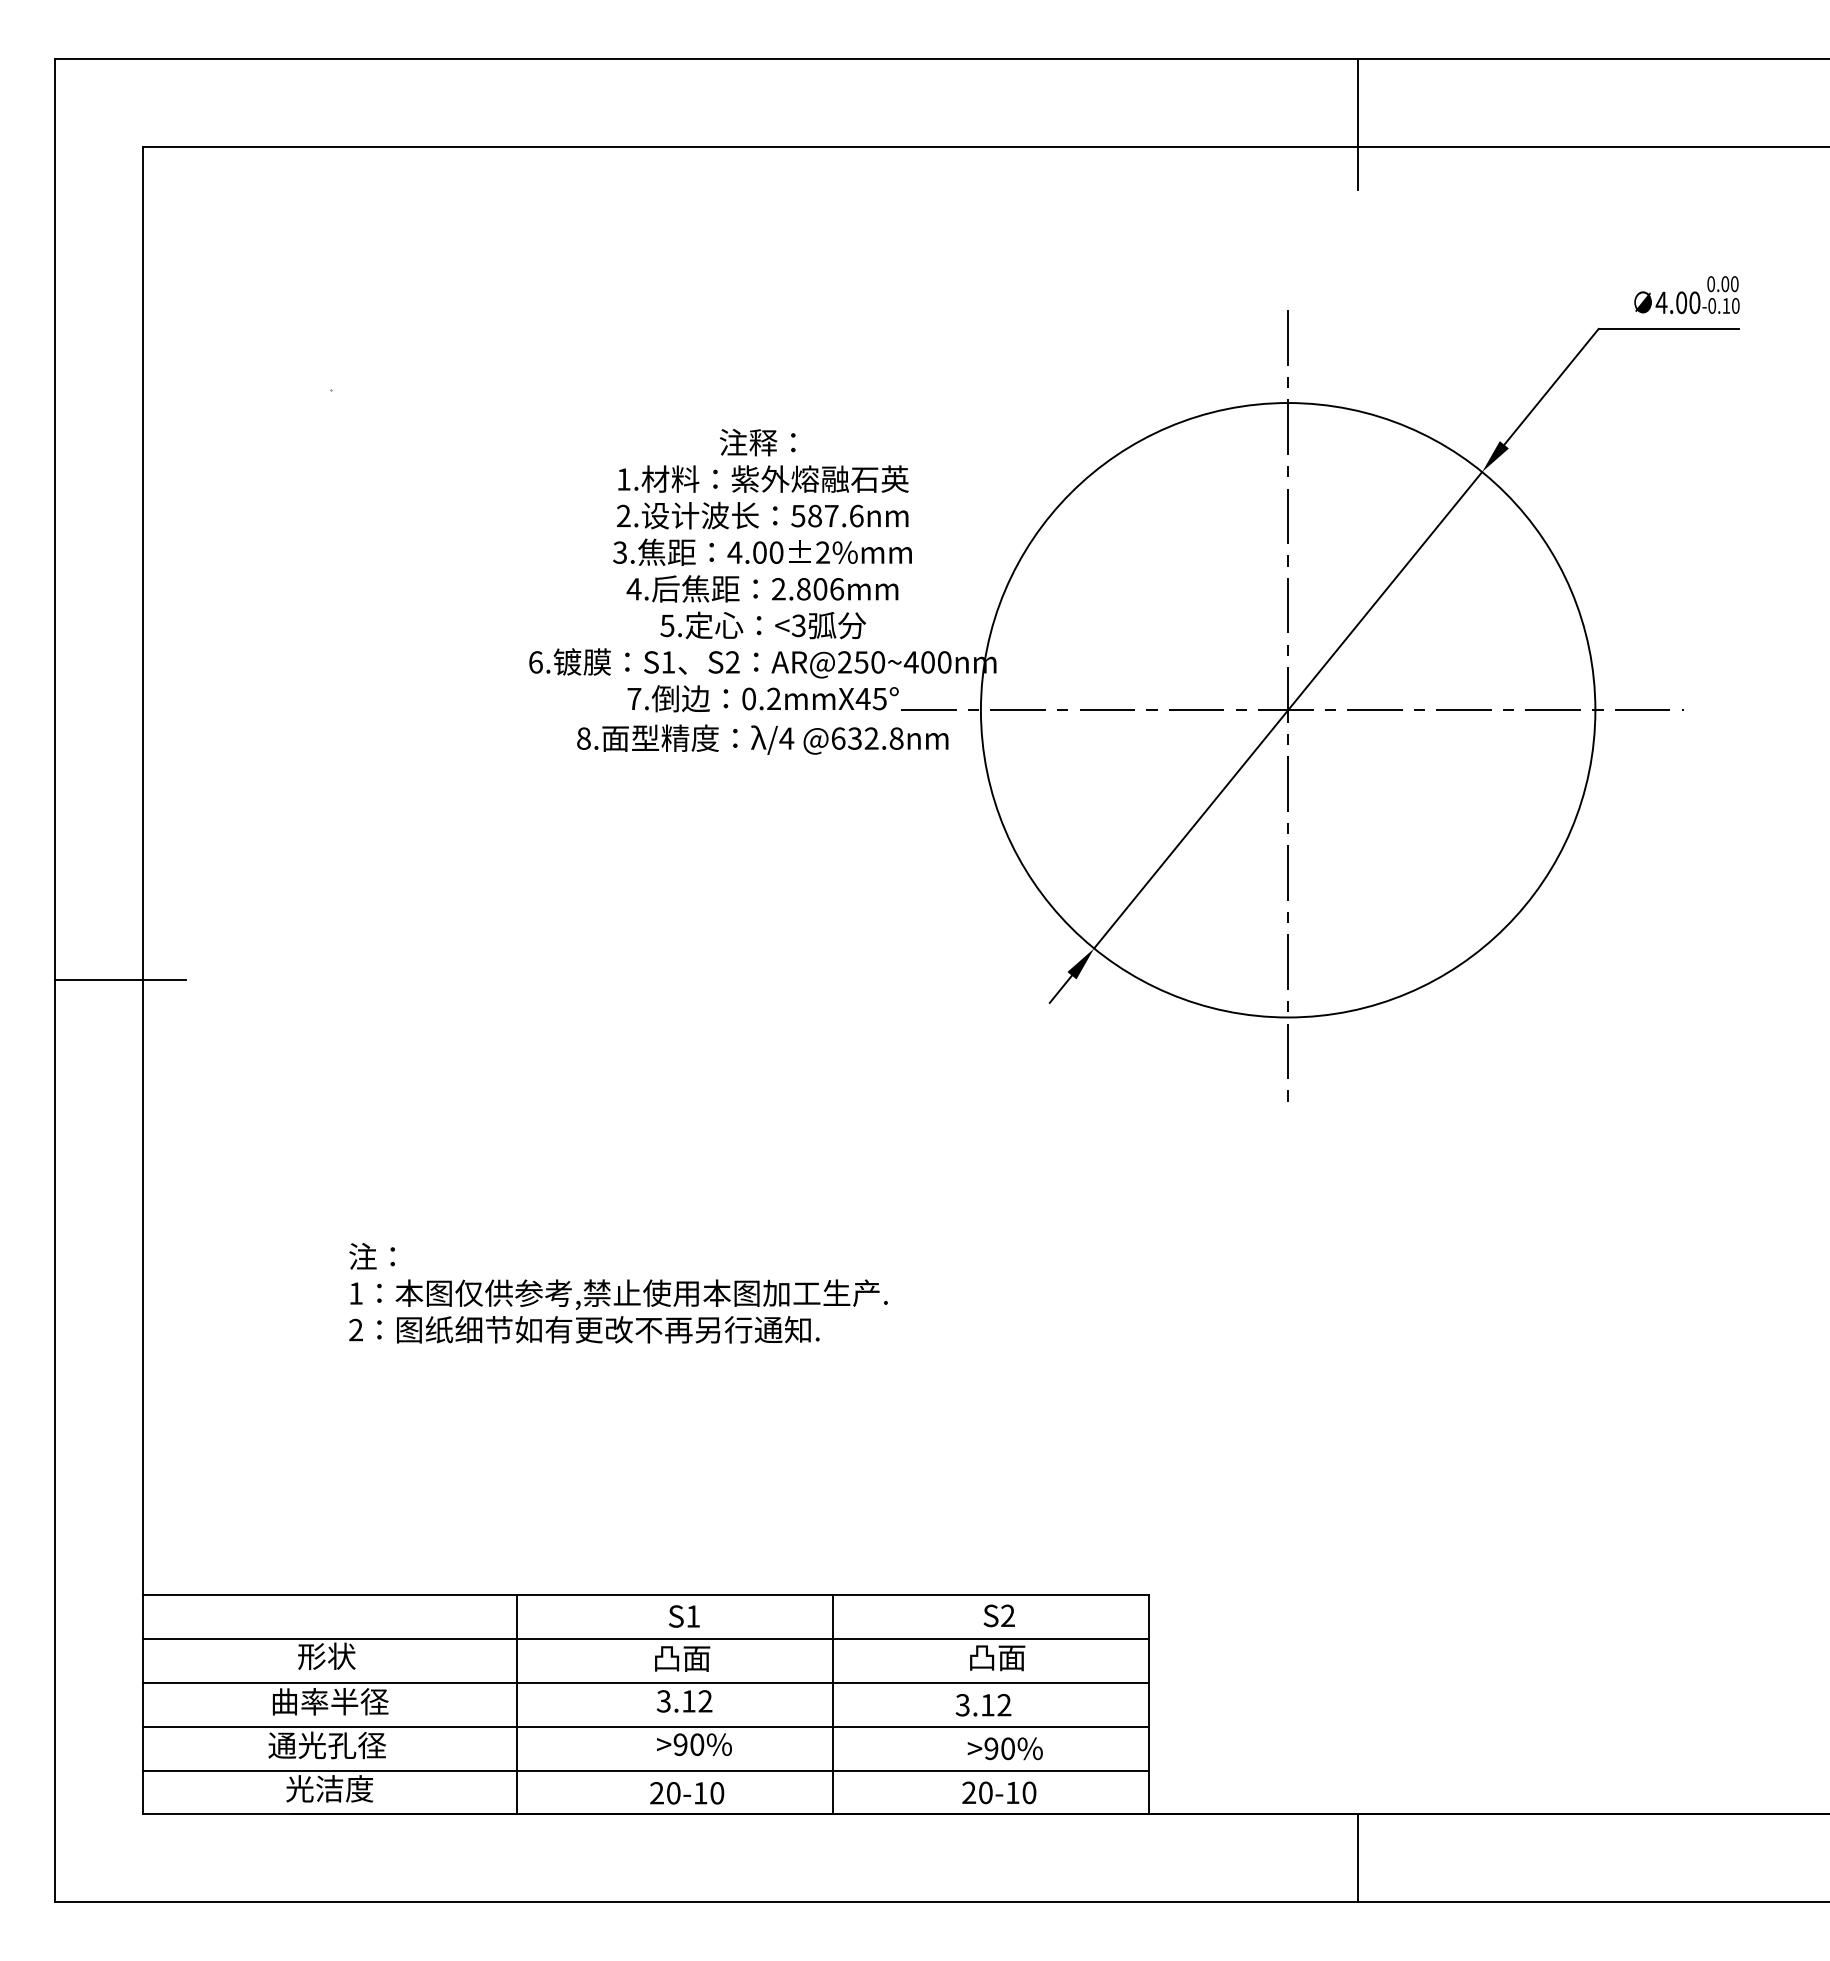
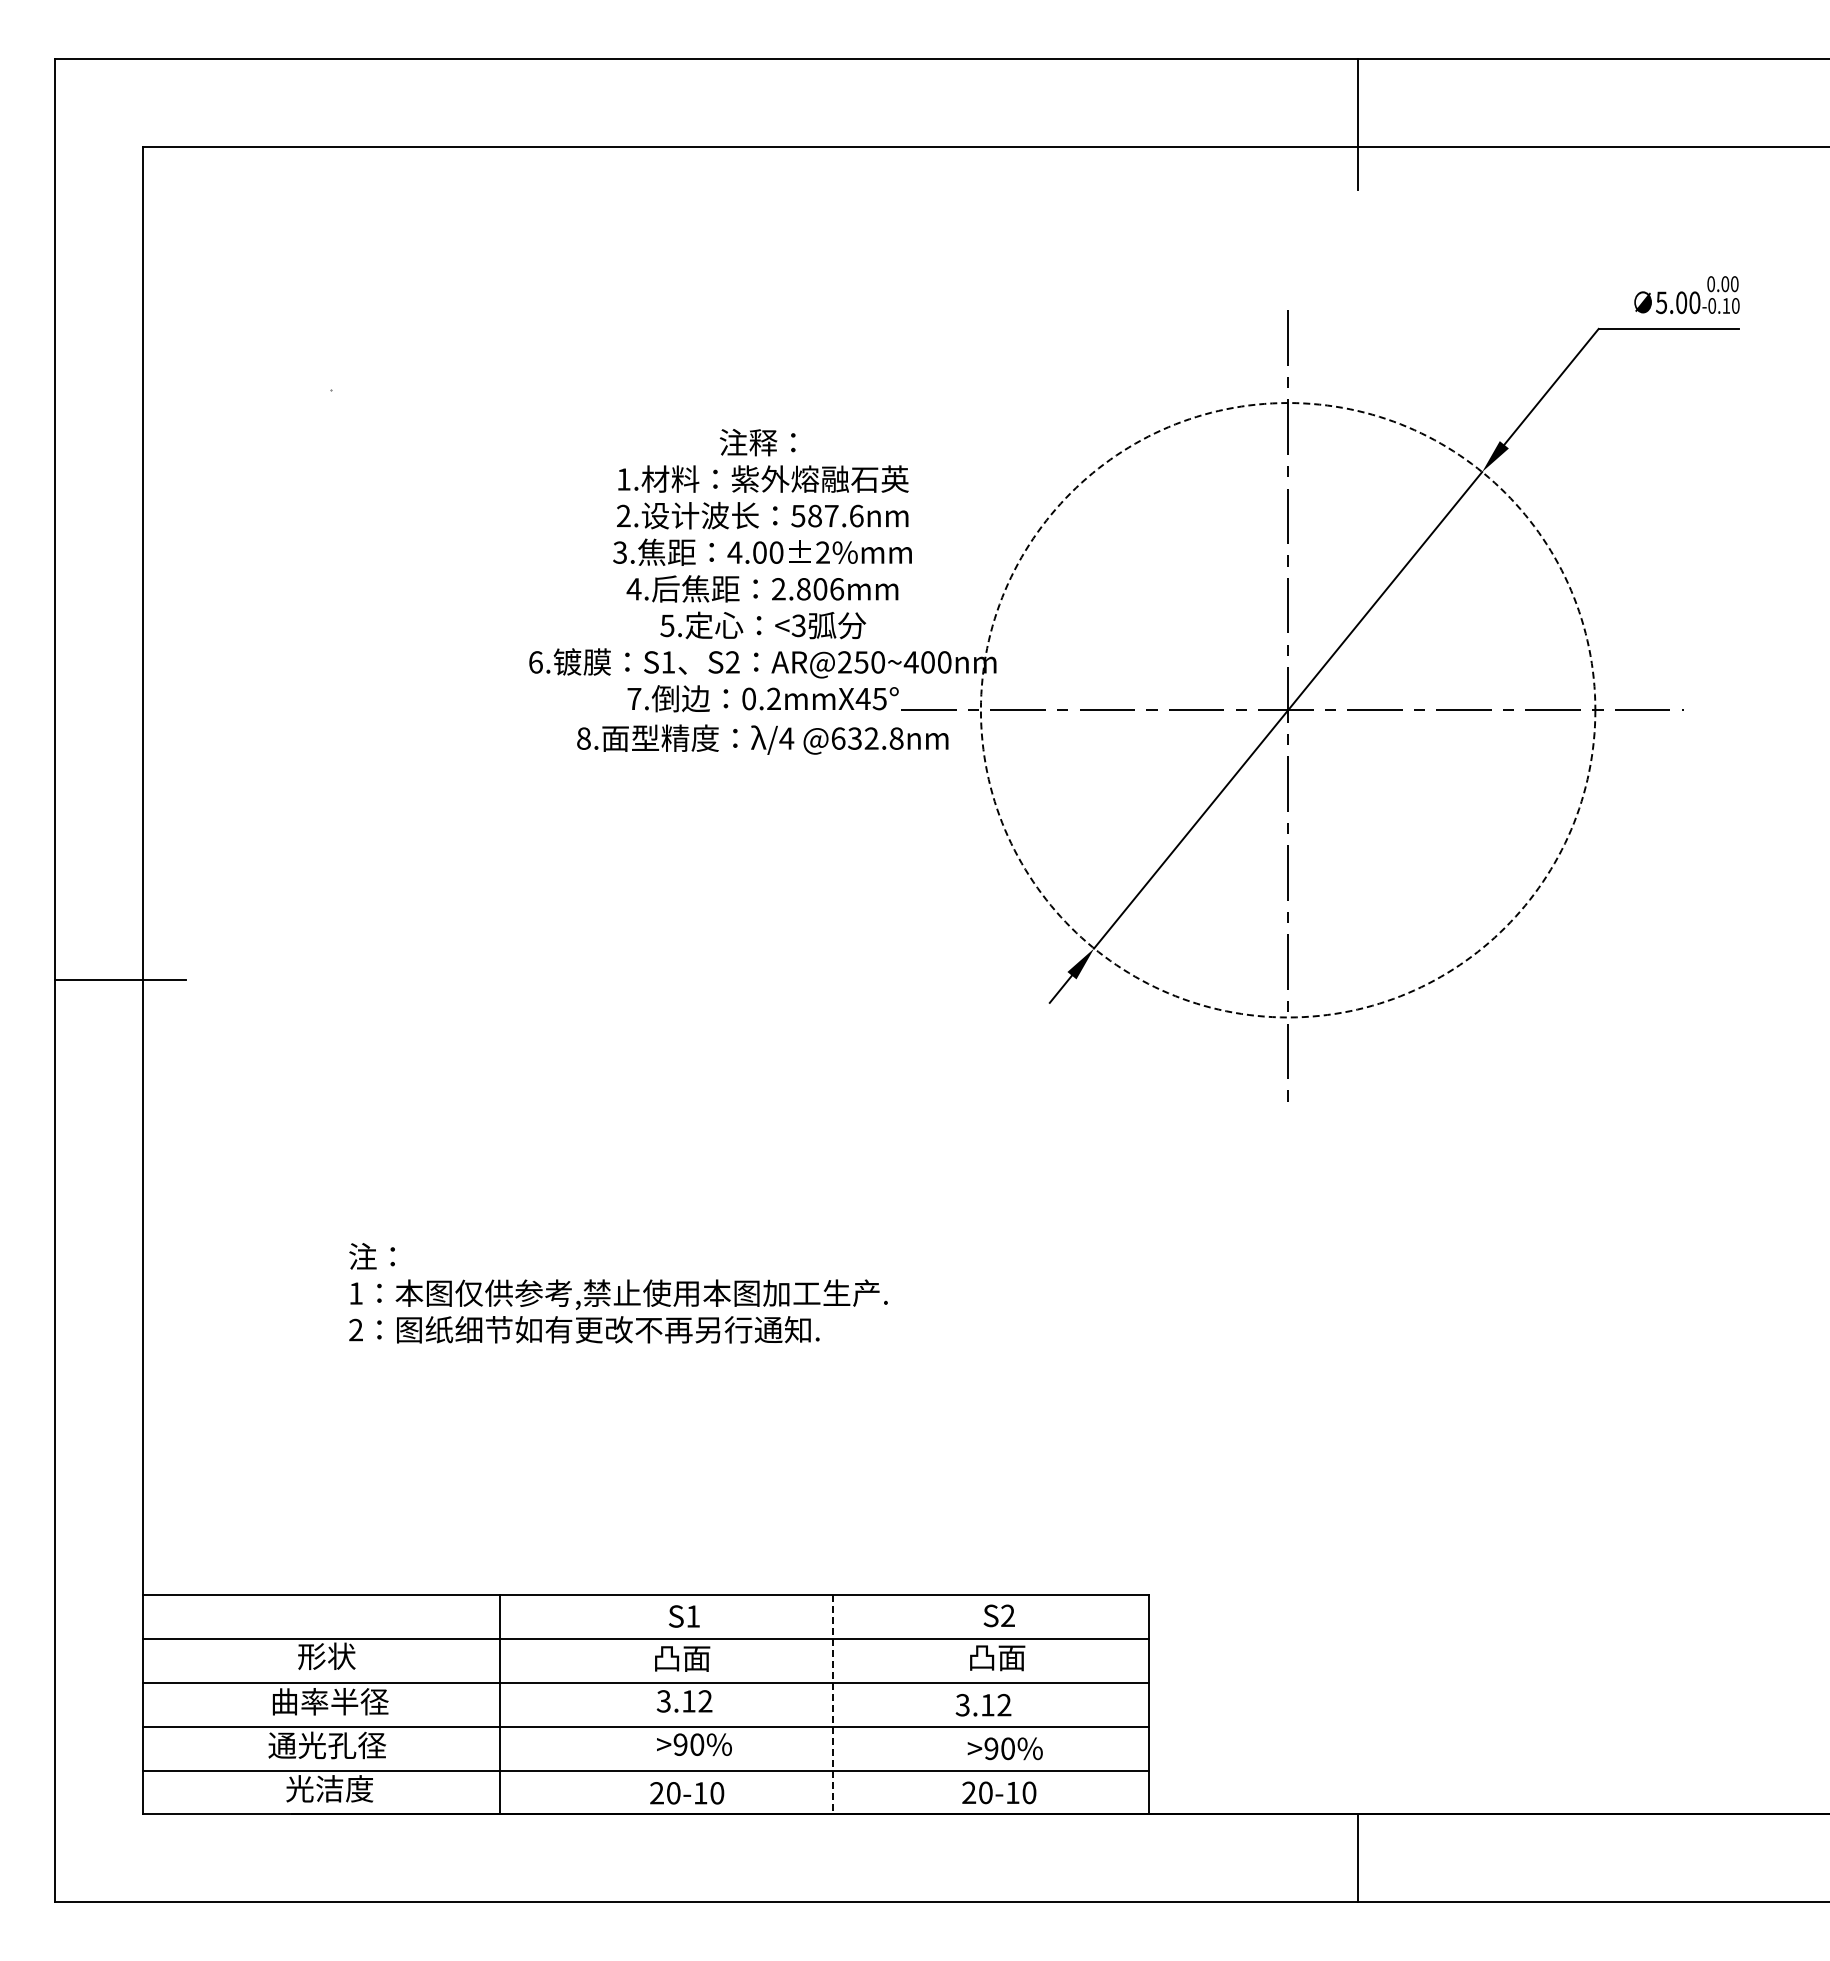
text at (1661, 302): 4.00 -> 5.00
circle at (1287, 710): solid -> dashed
line at (516, 1704) position: (516, 1704) -> (499, 1704)
line at (832, 1704): solid -> dashed
